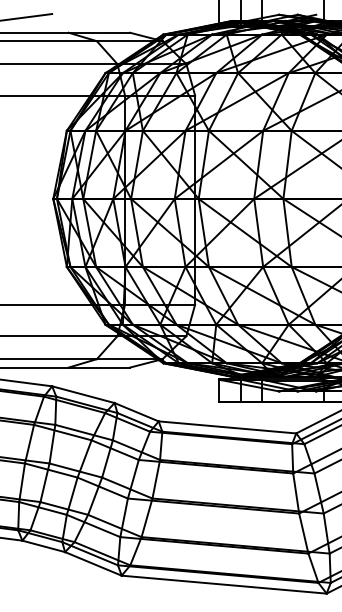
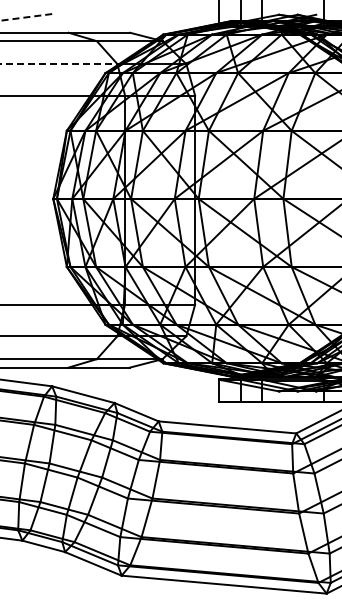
line at (25, 17): solid -> dashed
line at (59, 64): solid -> dashed
